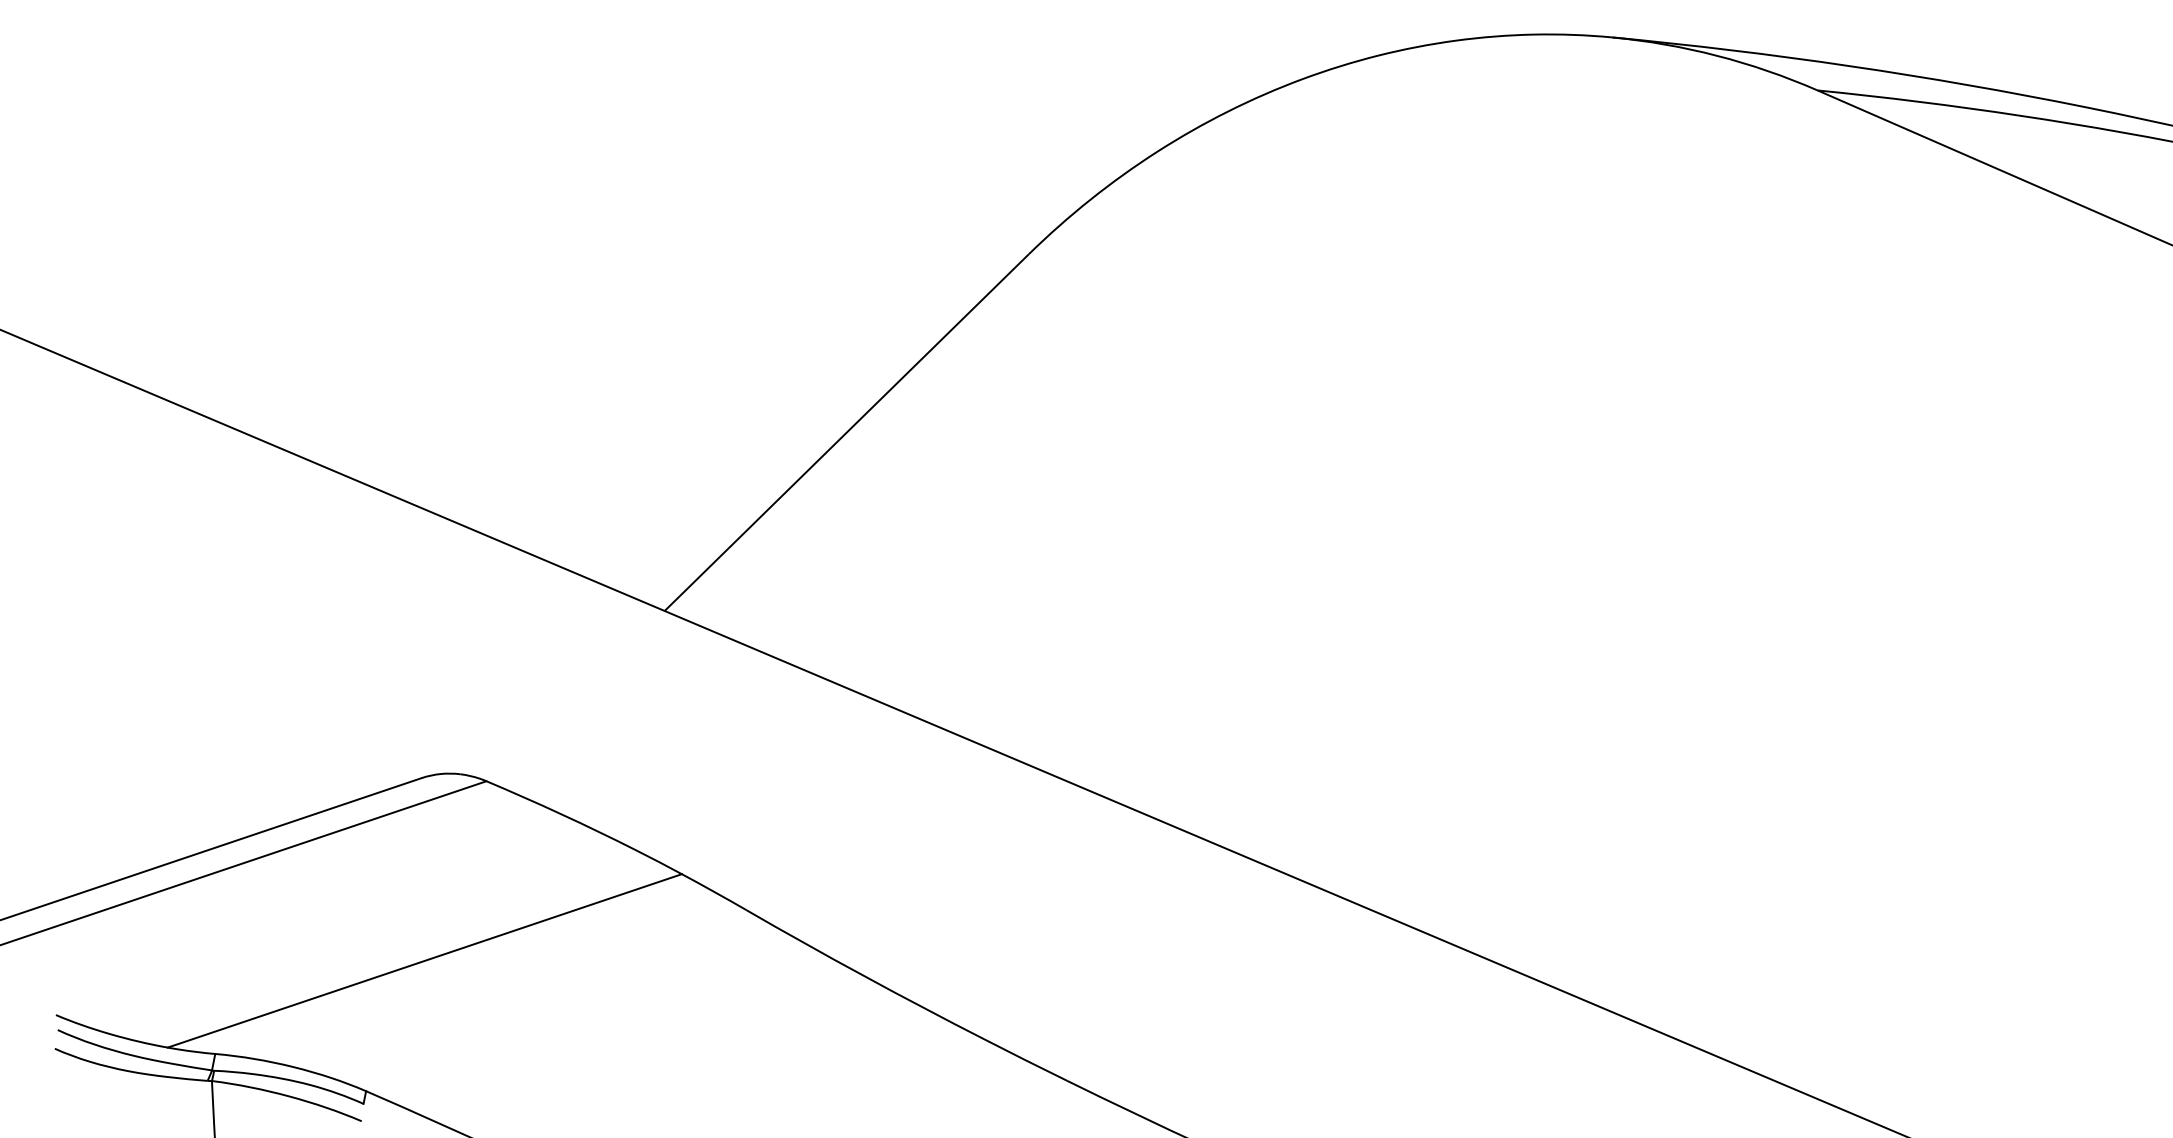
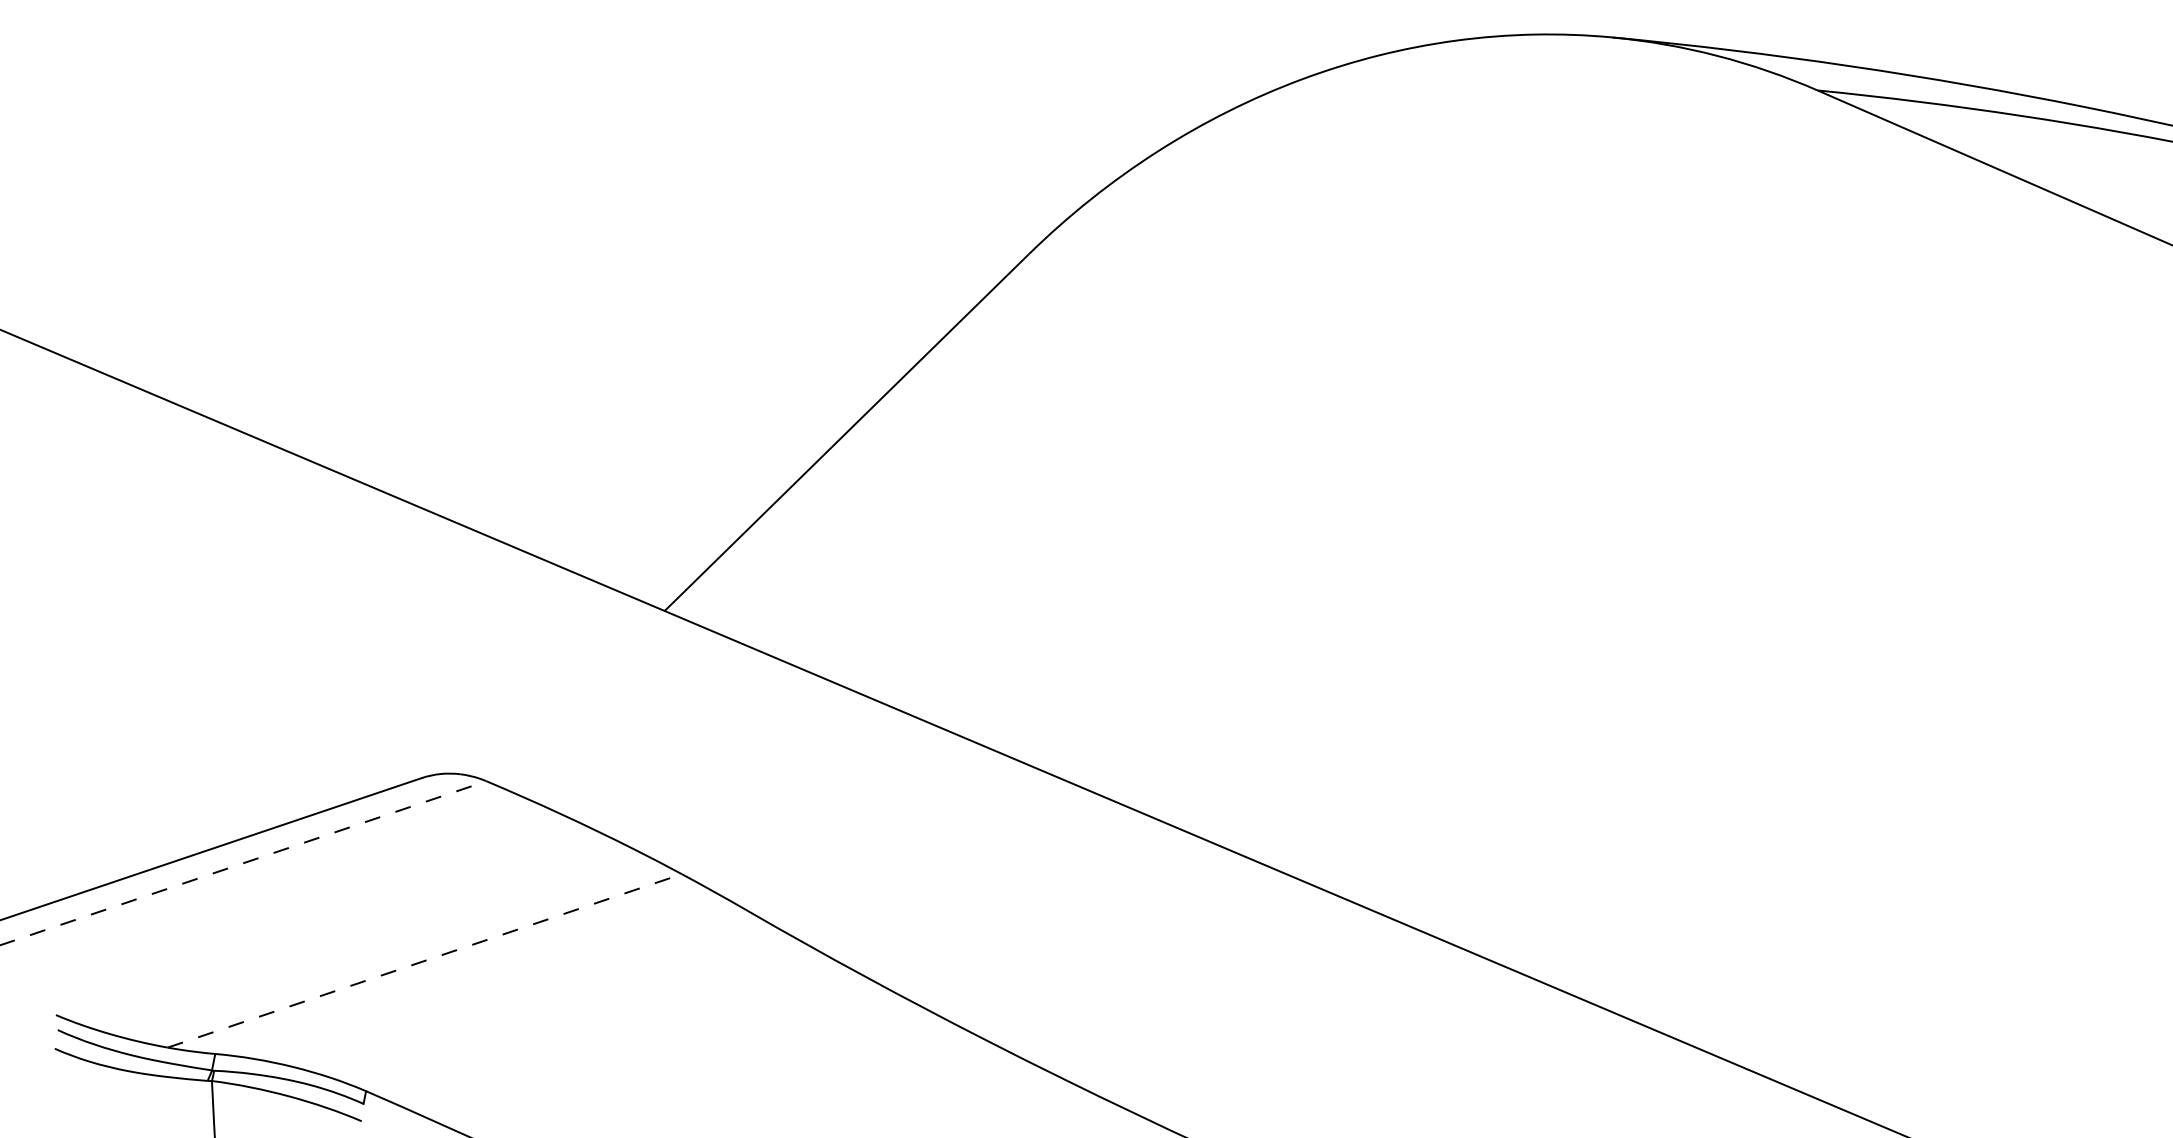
line at (243, 863): solid -> dashed
line at (425, 960): solid -> dashed
